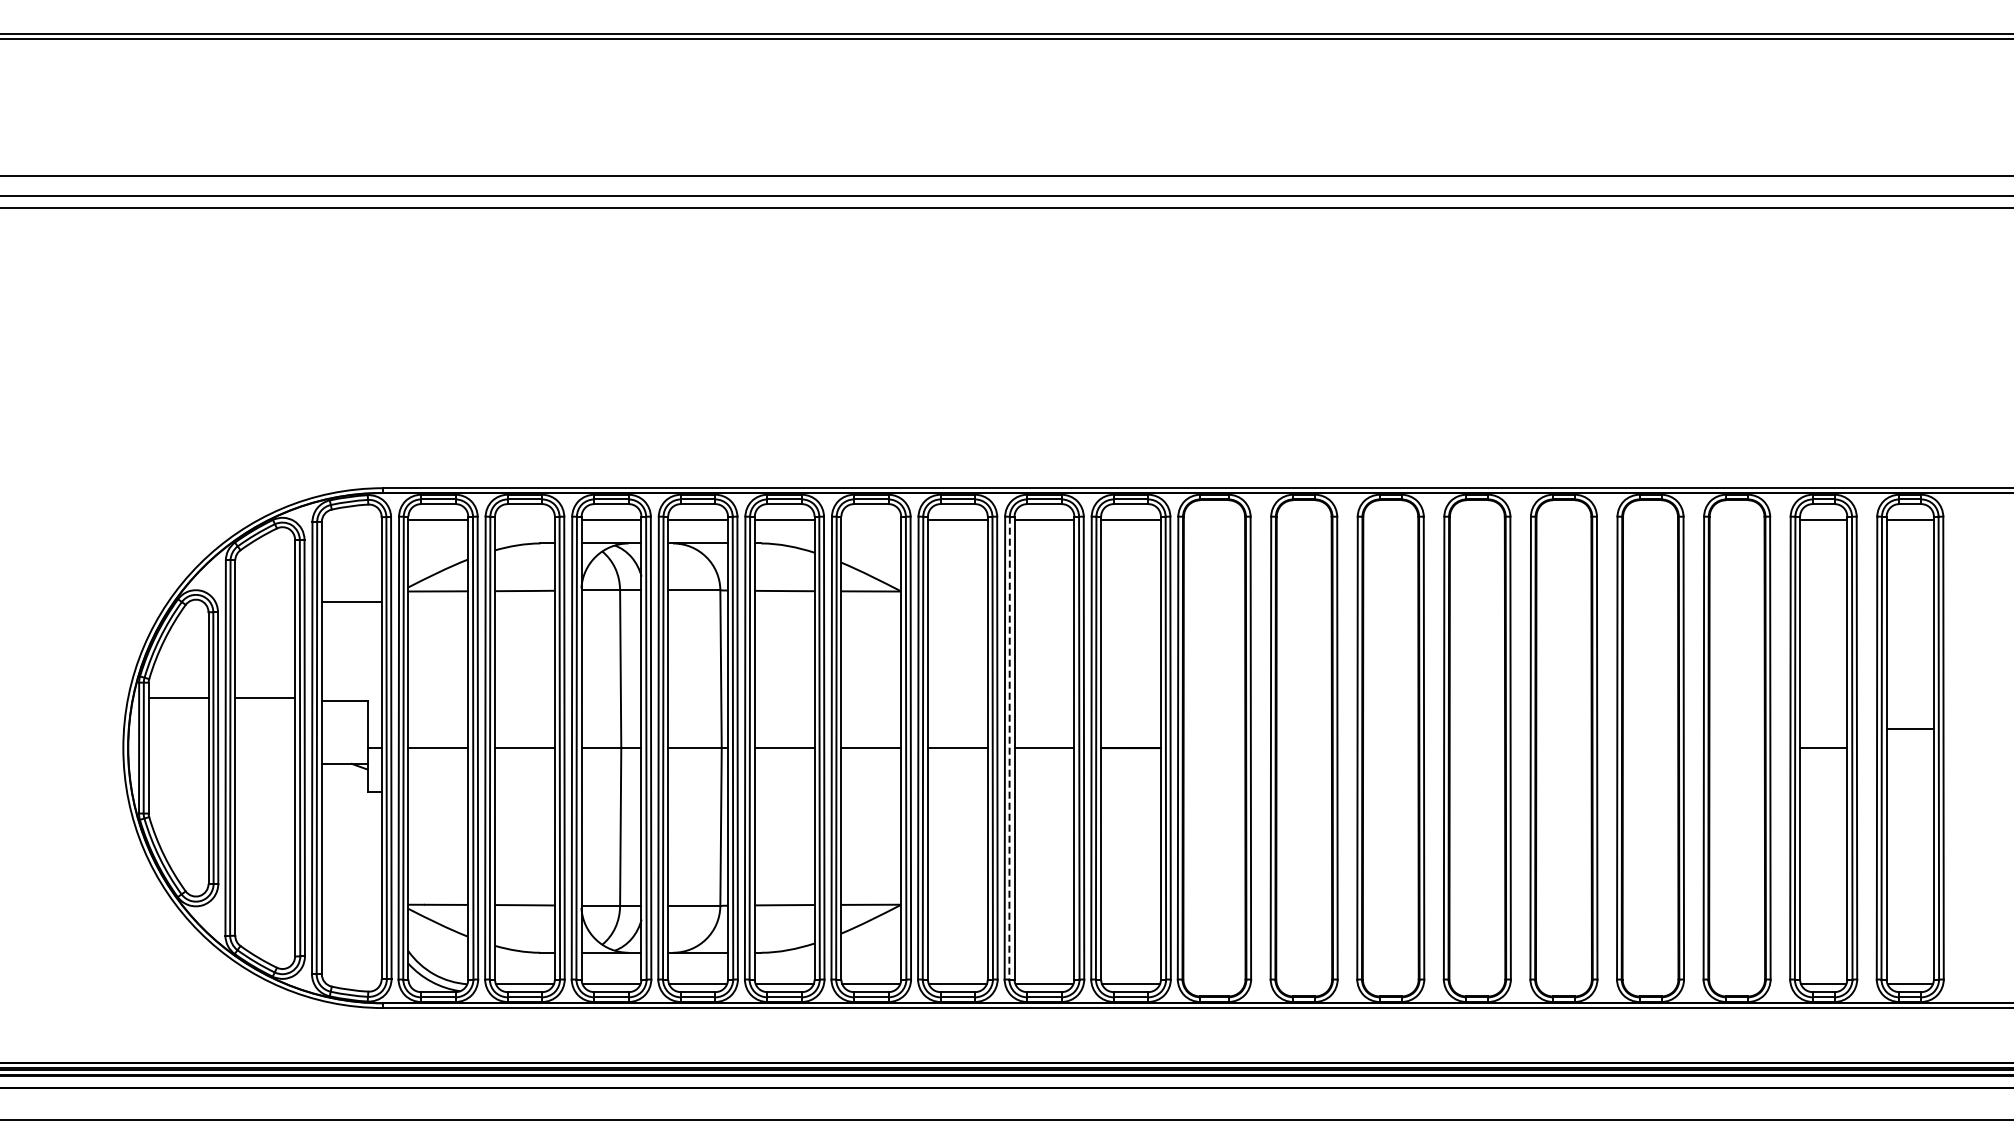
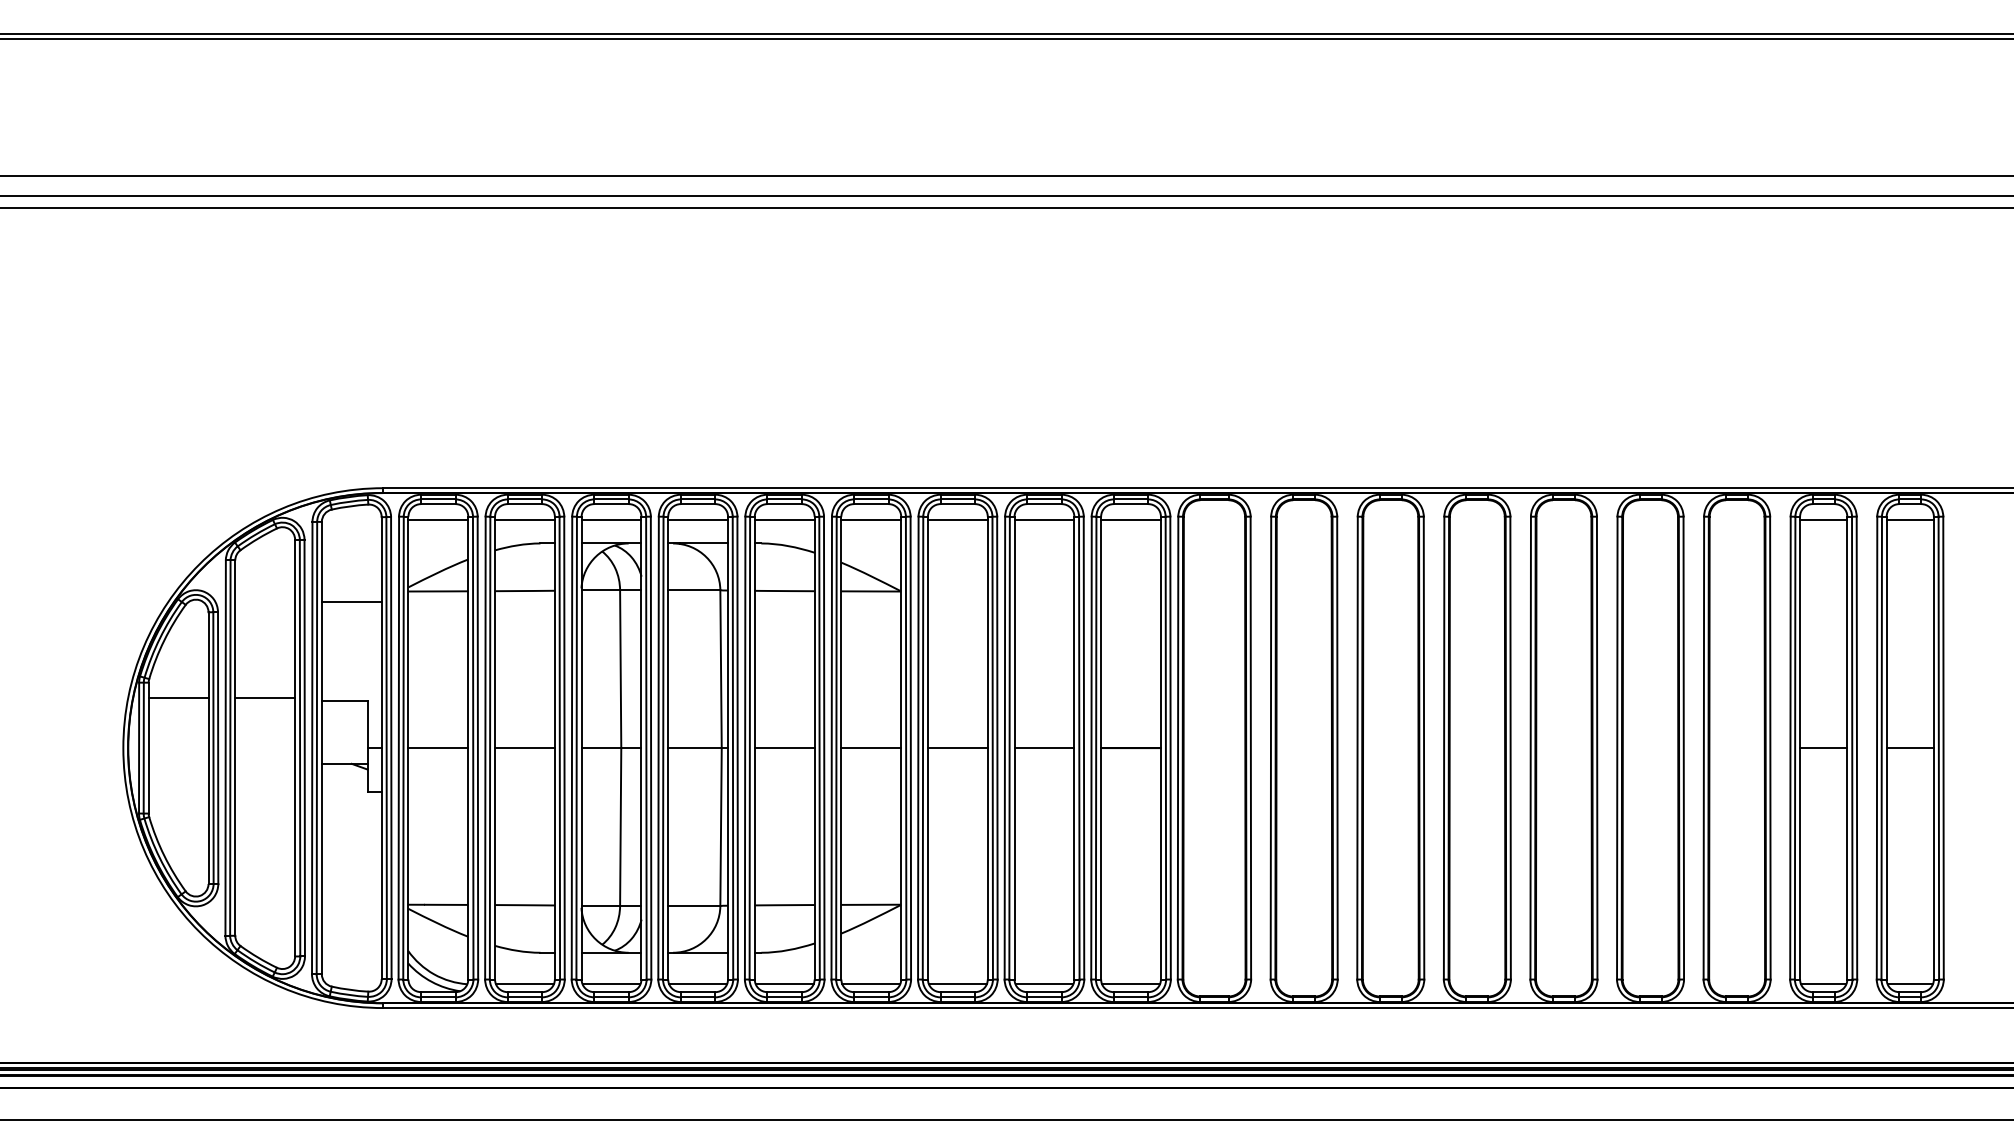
line at (524, 519): none -> present
line at (871, 519): none -> present
line at (1909, 729) position: (1909, 729) -> (1909, 748)
line at (1009, 748): dashed -> solid
